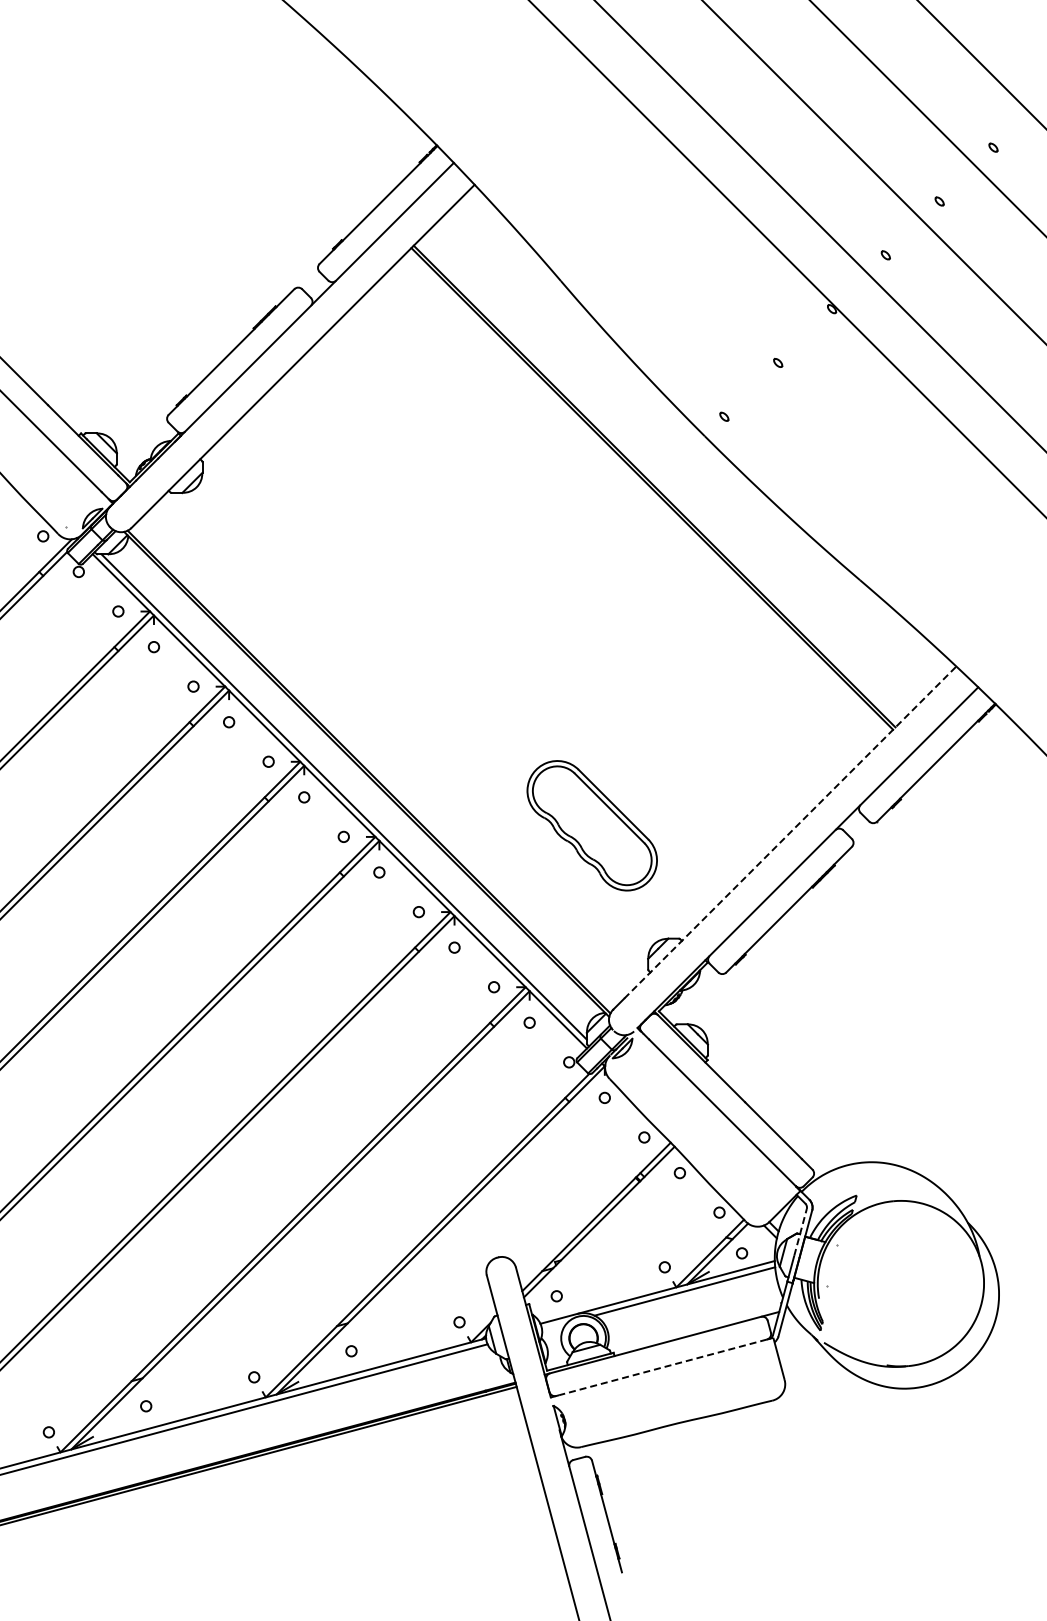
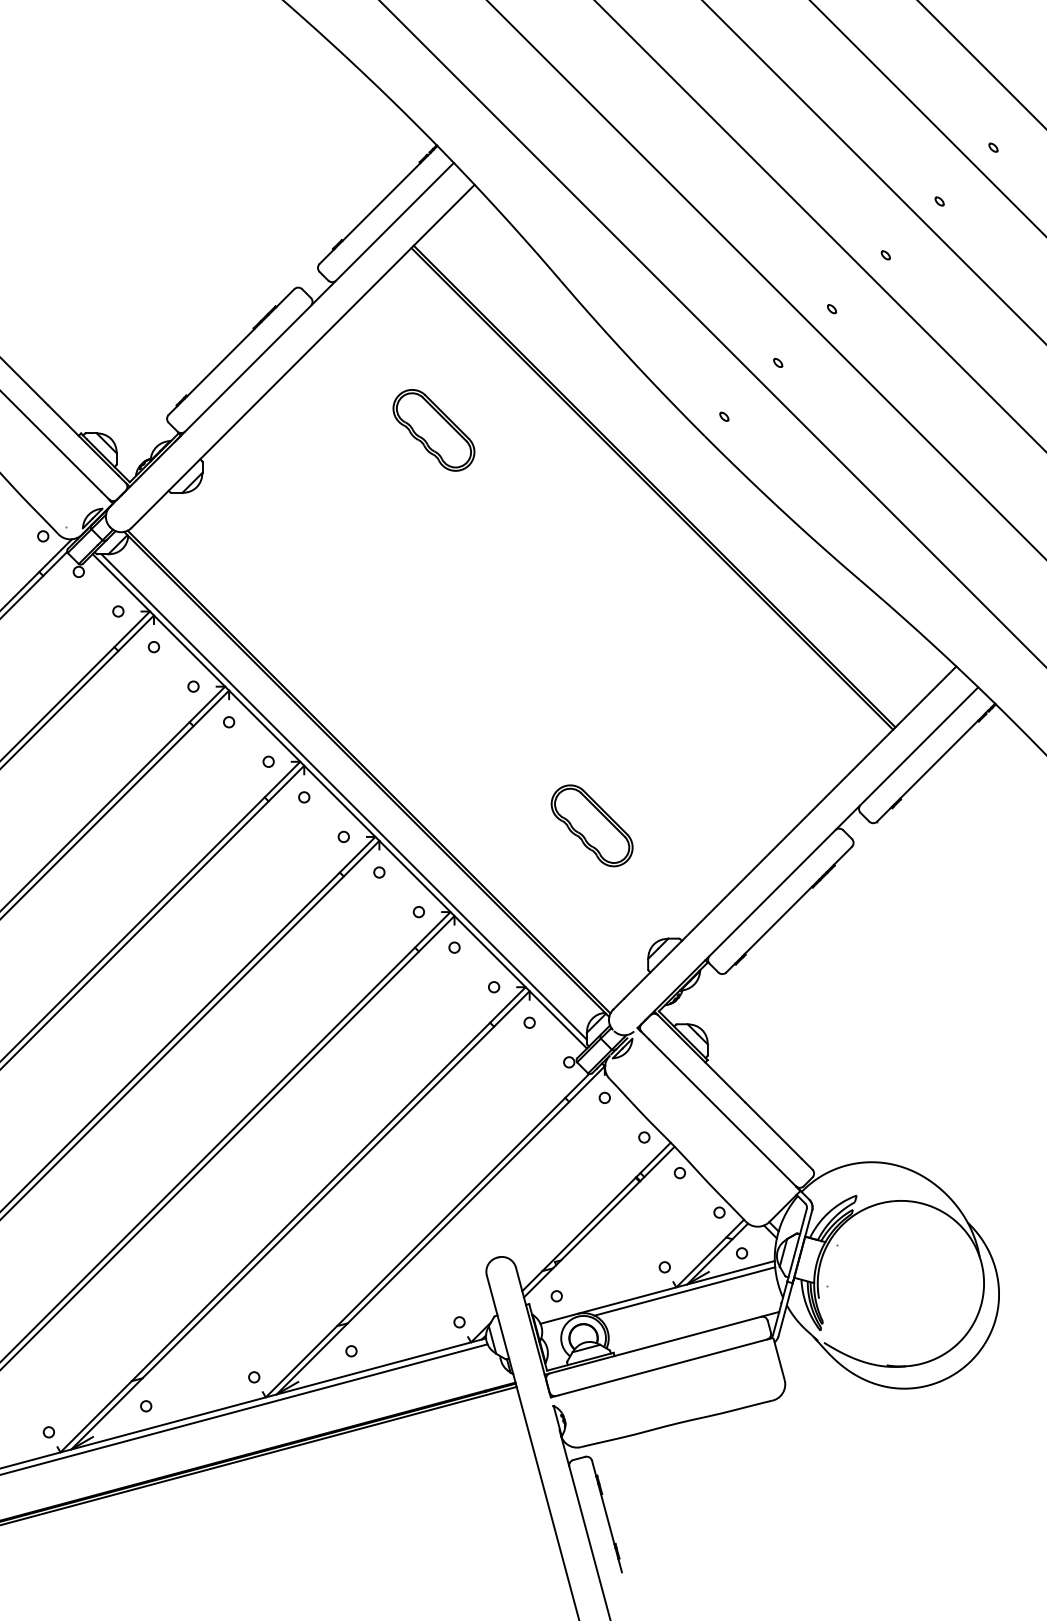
line at (787, 258) position: (787, 258) -> (765, 279)
line at (712, 333): none -> present
part at (433, 430): none -> present
part at (591, 825) size: 132x132 px -> 84x84 px
line at (790, 832): dashed -> solid
line at (800, 1231): dashed -> solid
line at (663, 1367): dashed -> solid
